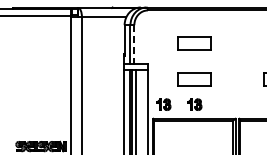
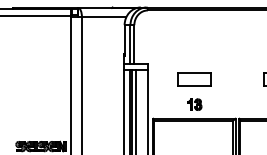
part at (194, 43): present -> none
line at (134, 45): dashed -> solid
part at (163, 104): present -> none
